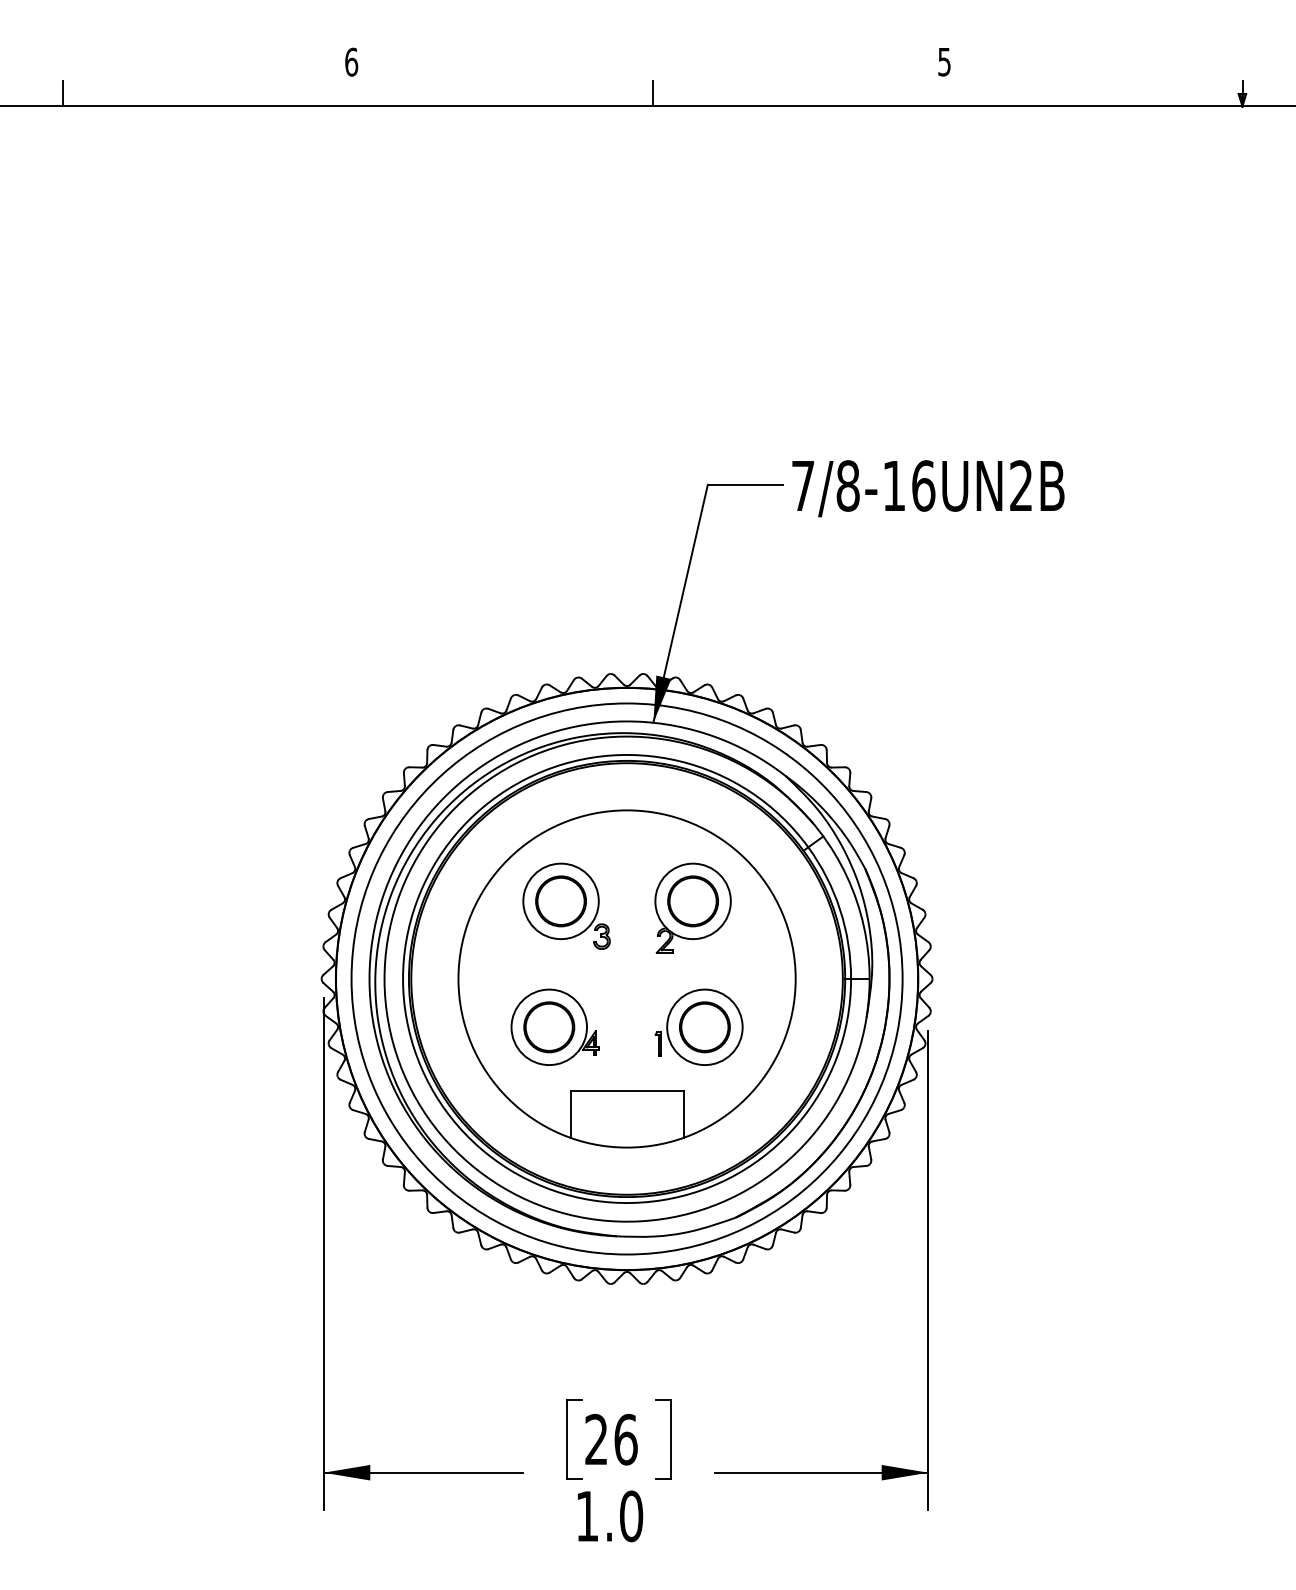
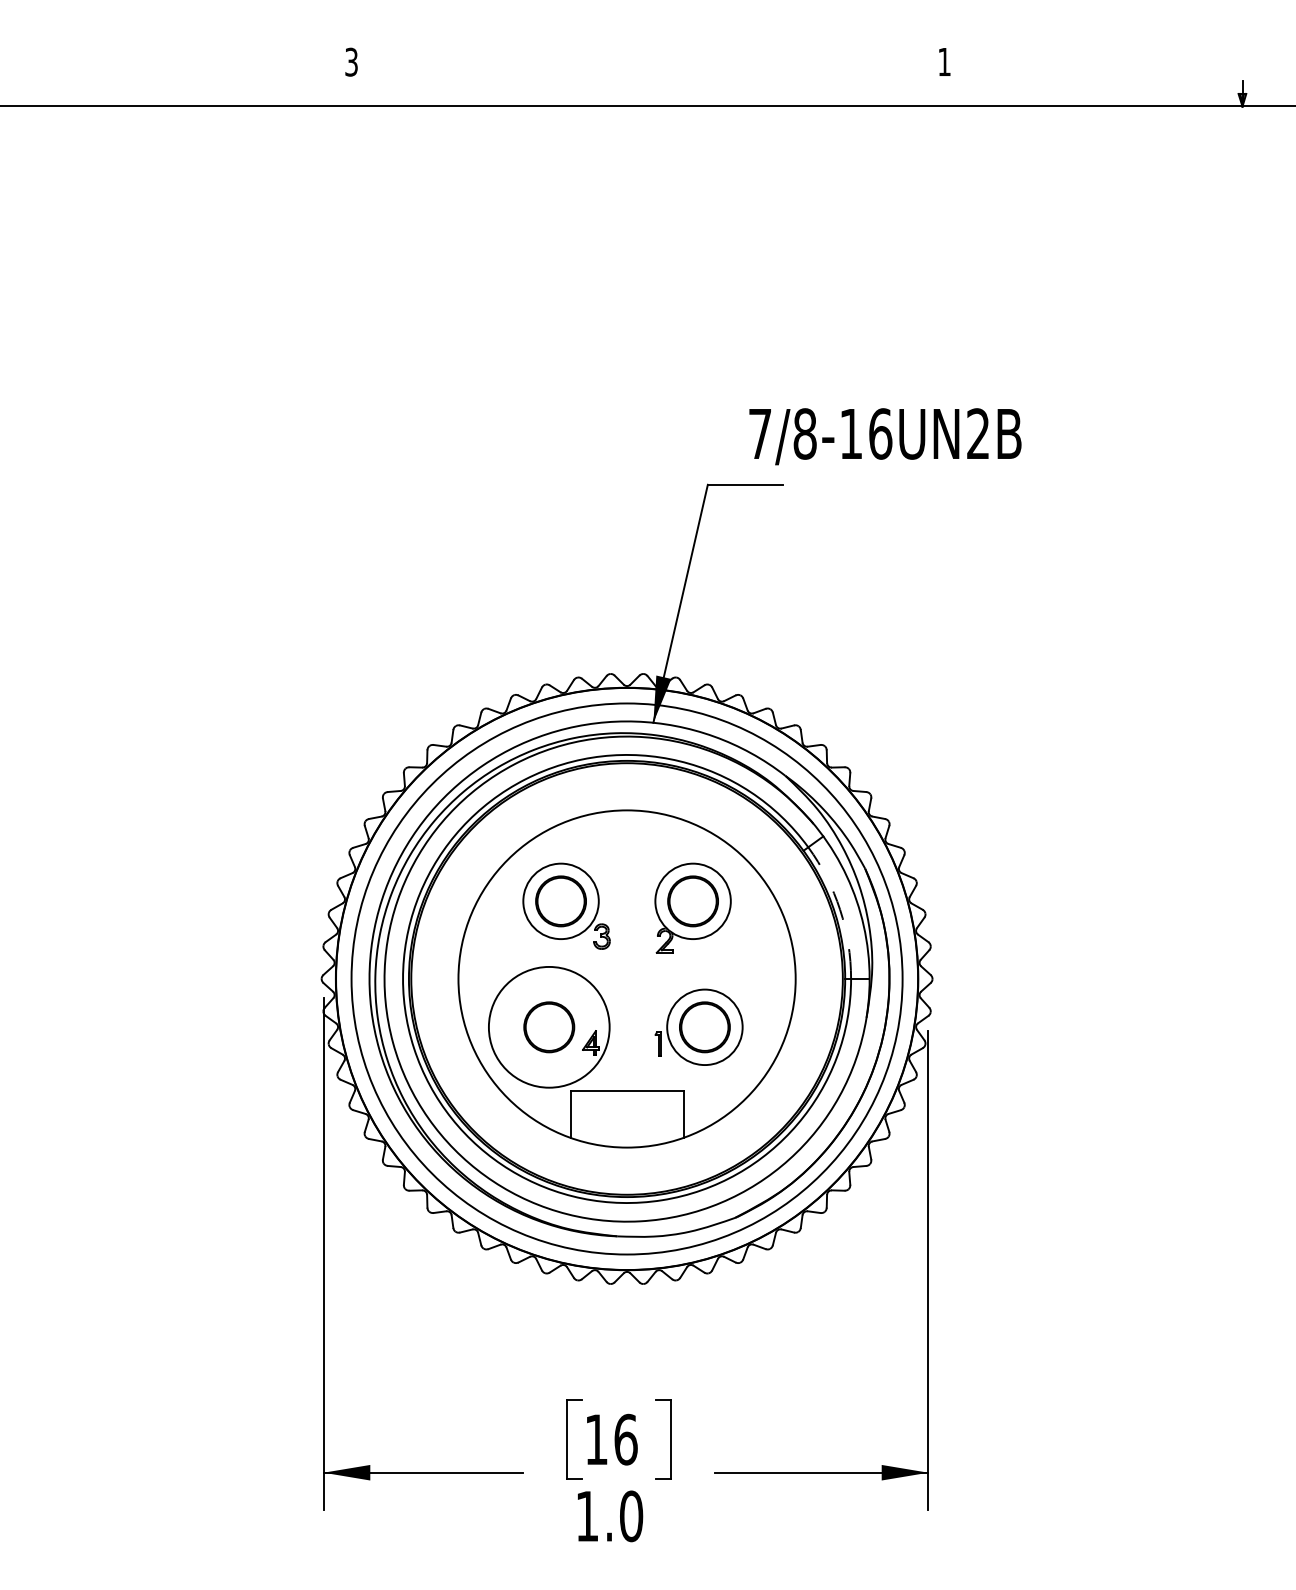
text at (351, 61): 6 -> 3
text at (944, 62): 5 -> 1
line at (63, 93): present -> none
line at (652, 93): present -> none
text at (928, 488) position: (928, 488) -> (885, 436)
arc at (840, 909): solid -> dashed
circle at (549, 1027) diameter: 75 px -> 121 px
text at (596, 1438): 26 -> 16
